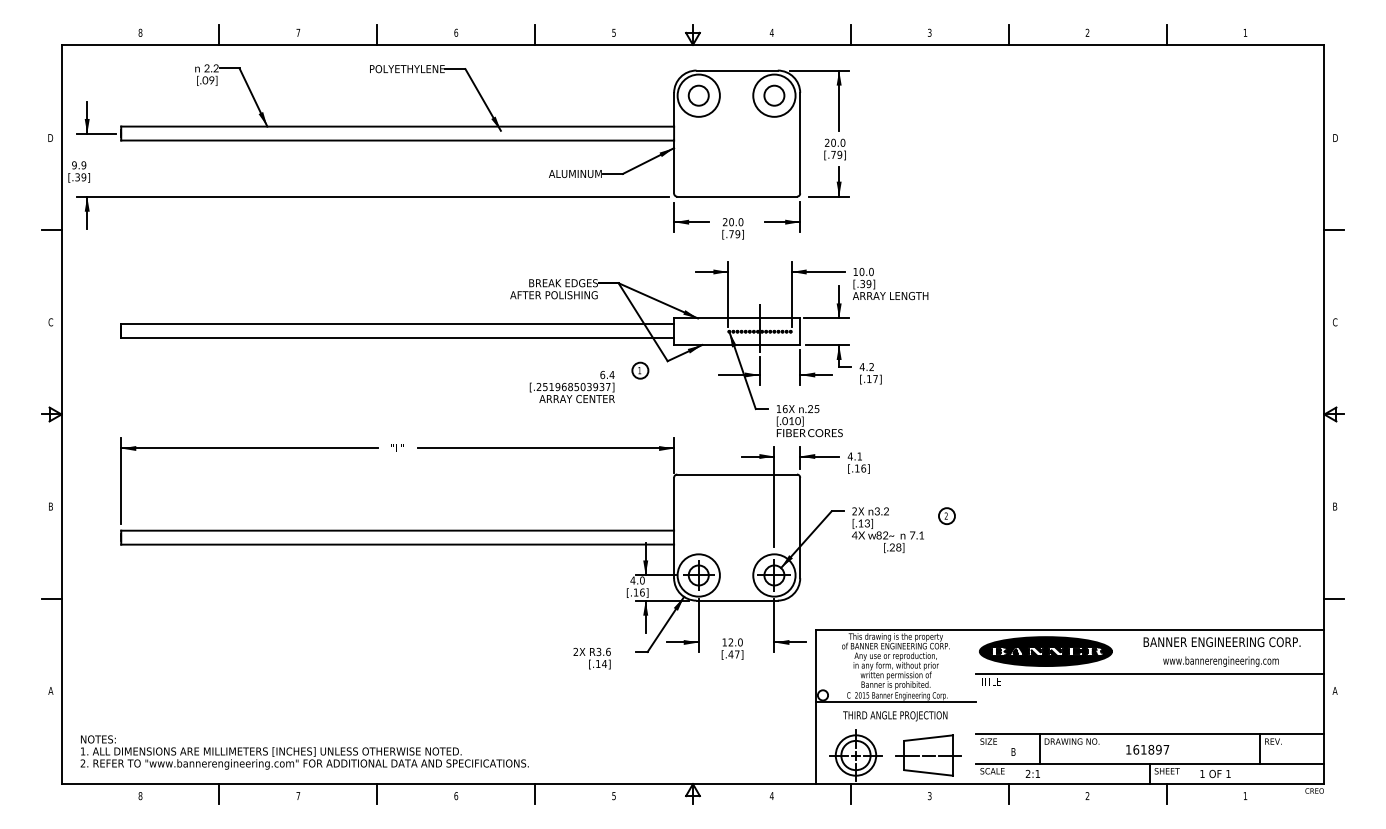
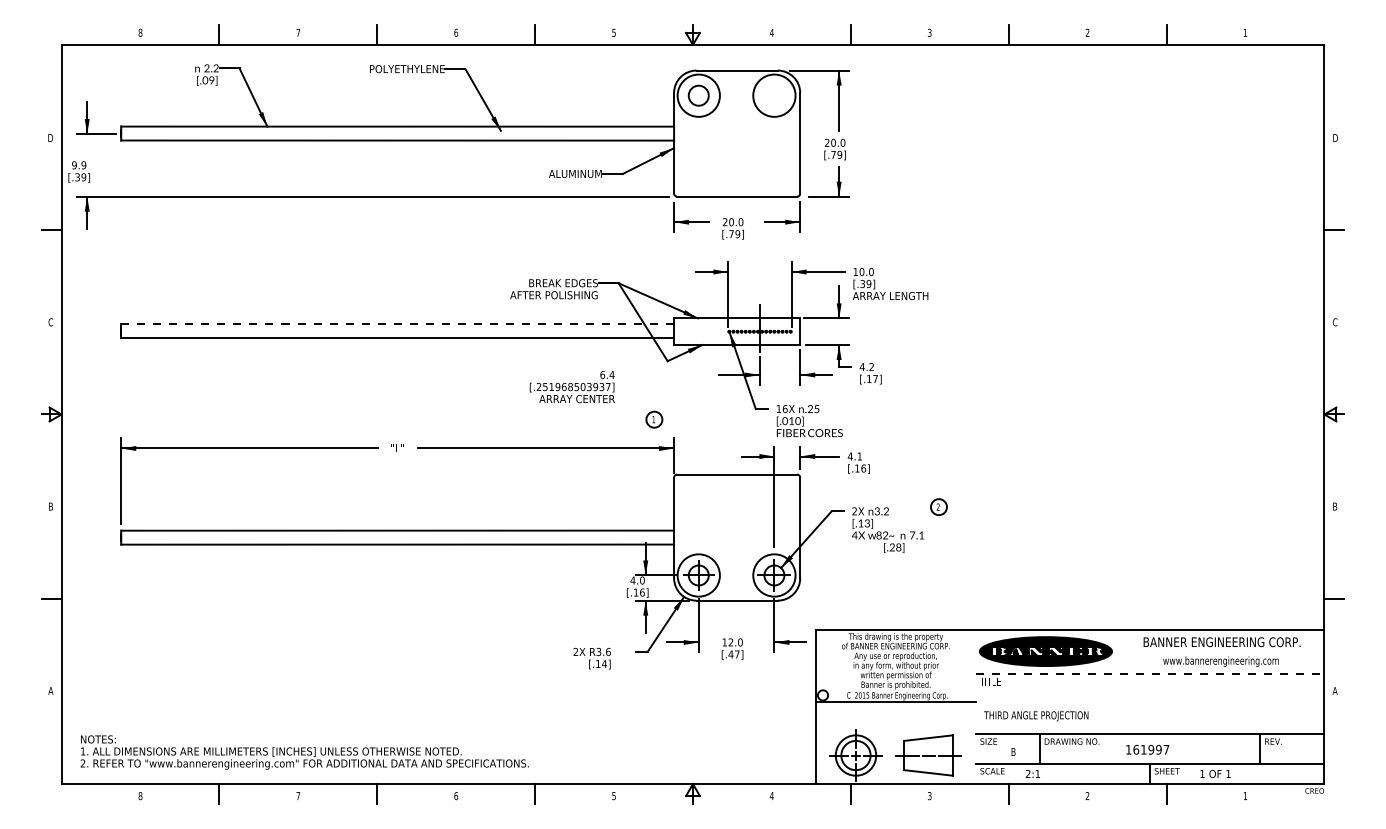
circle at (774, 95): present -> none
line at (397, 324): solid -> dashed
part at (640, 370) position: (640, 370) -> (654, 419)
part at (946, 515) position: (946, 515) -> (938, 506)
line at (1150, 673): solid -> dashed
text at (895, 716) position: (895, 716) -> (1036, 716)
text at (1151, 749): 161897 -> 161997
